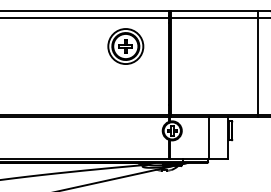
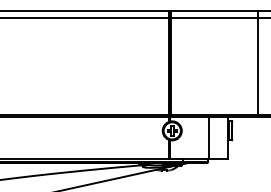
part at (125, 46): present -> none
